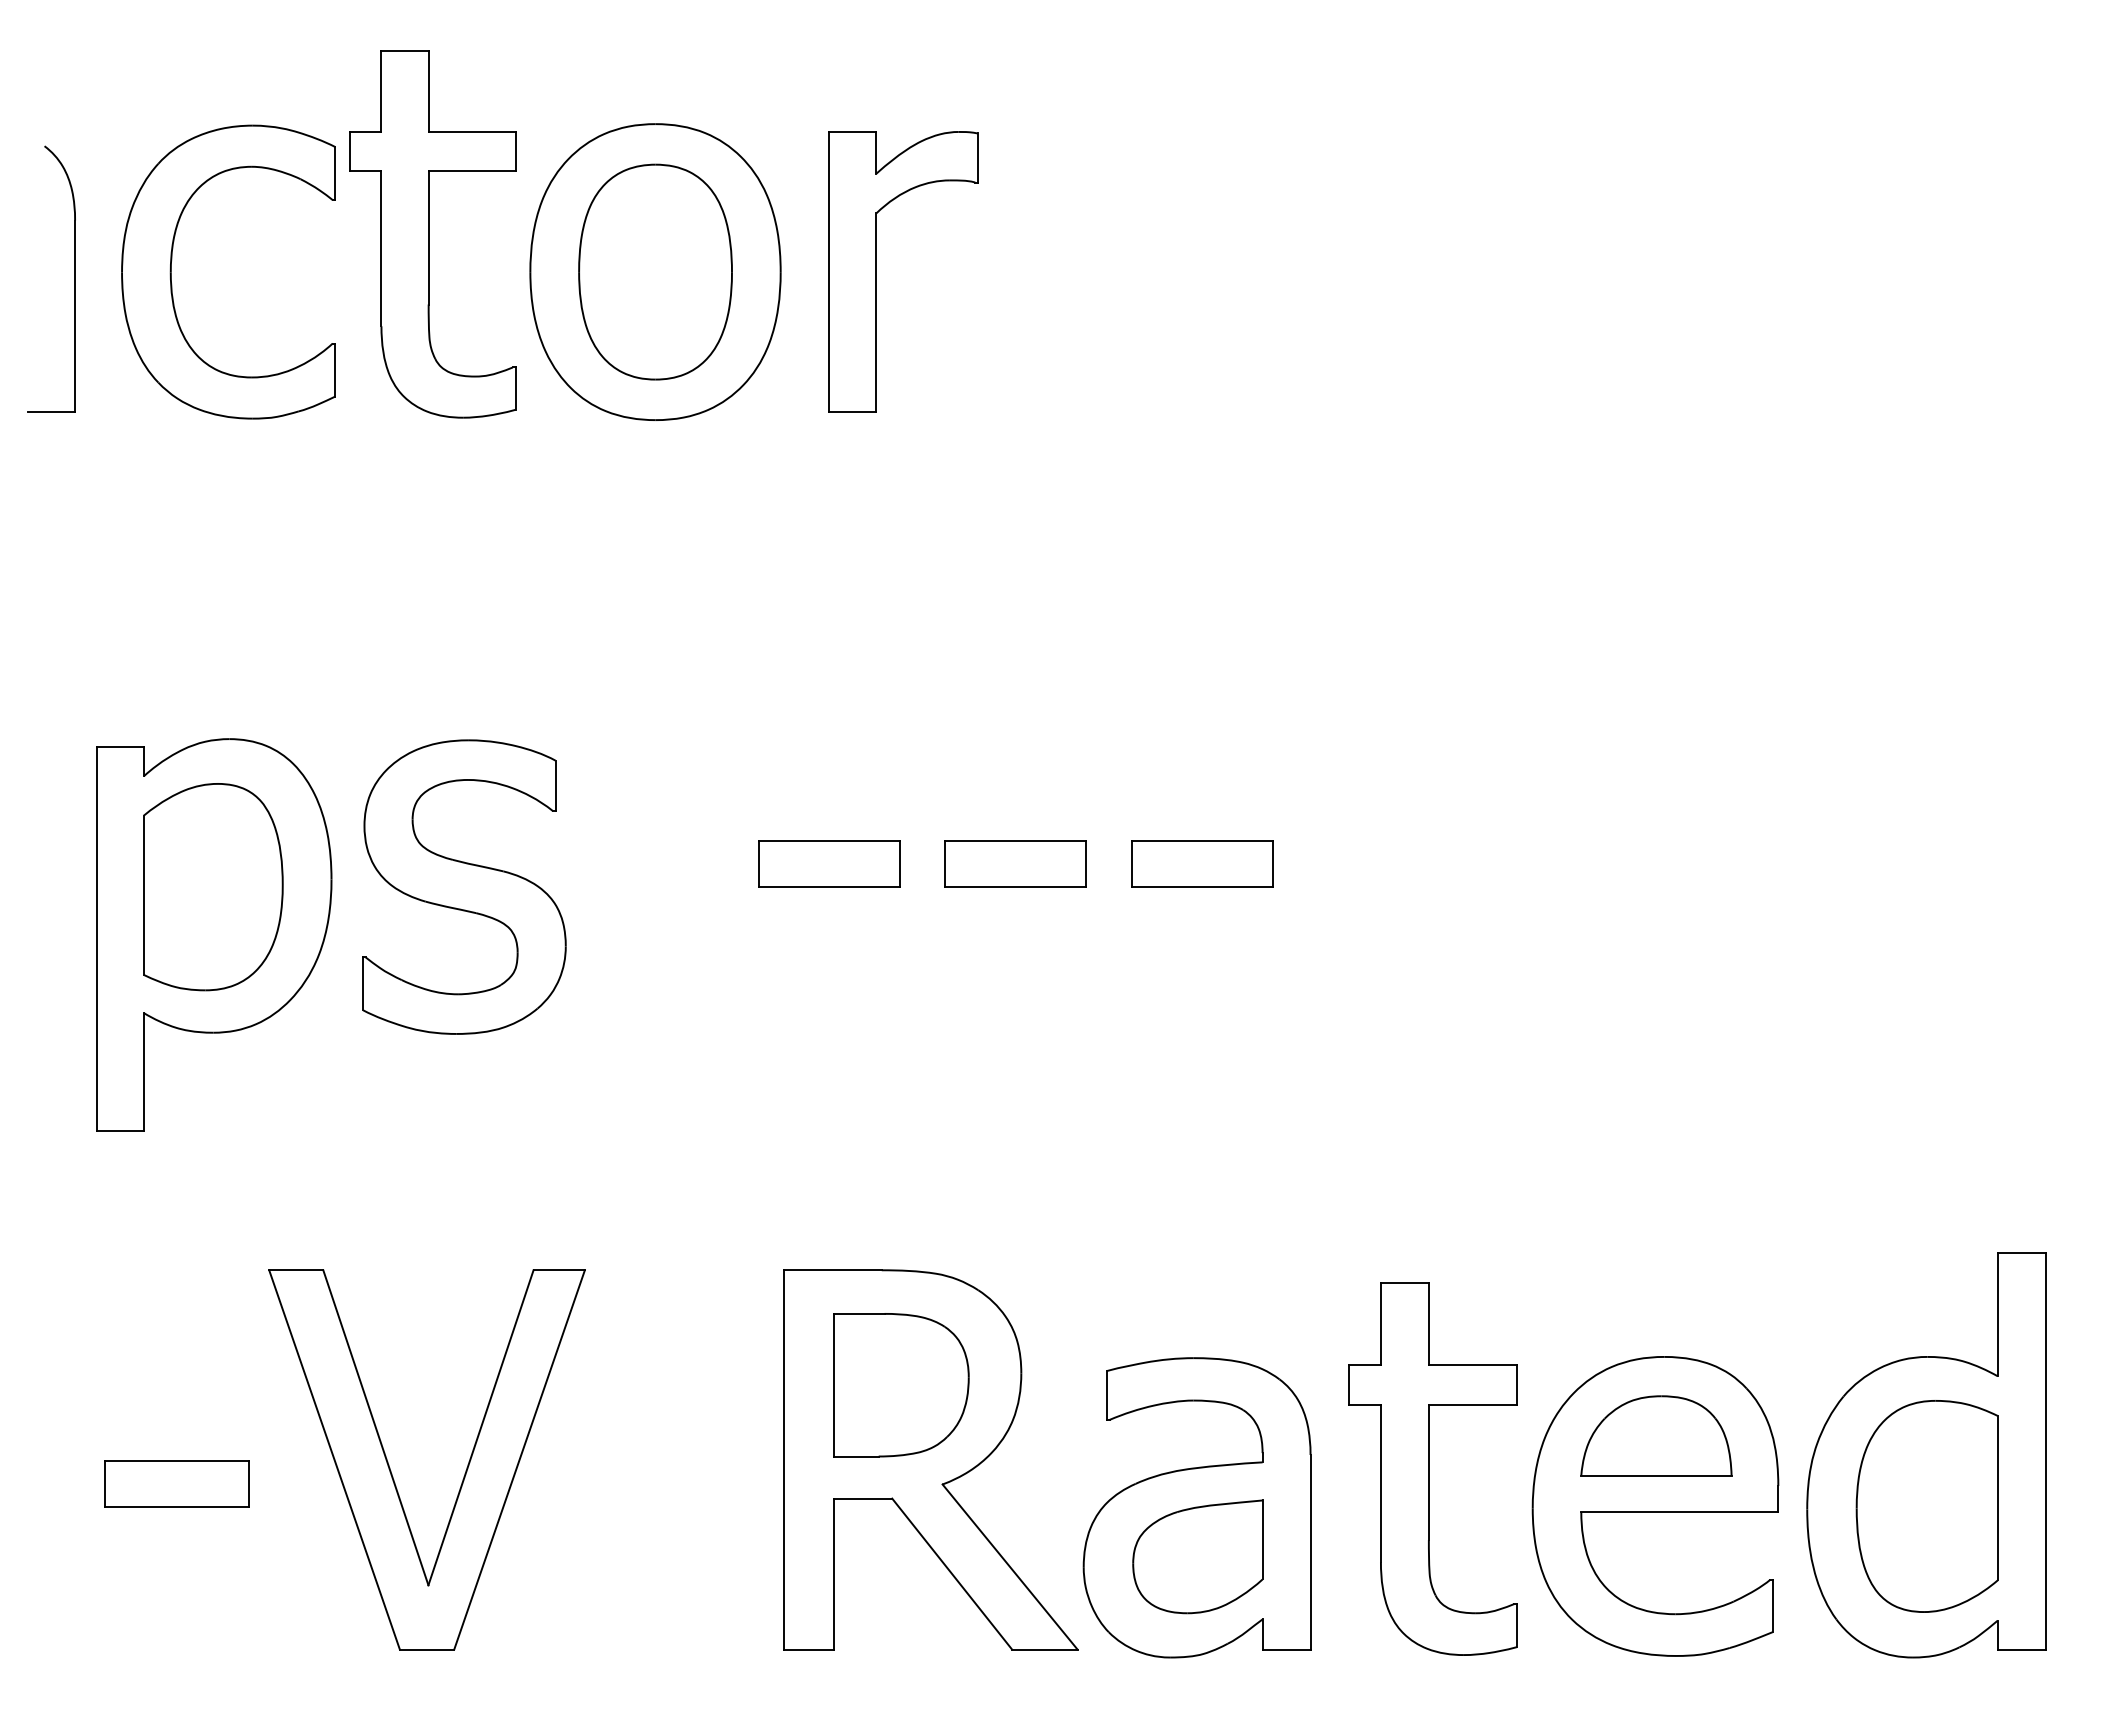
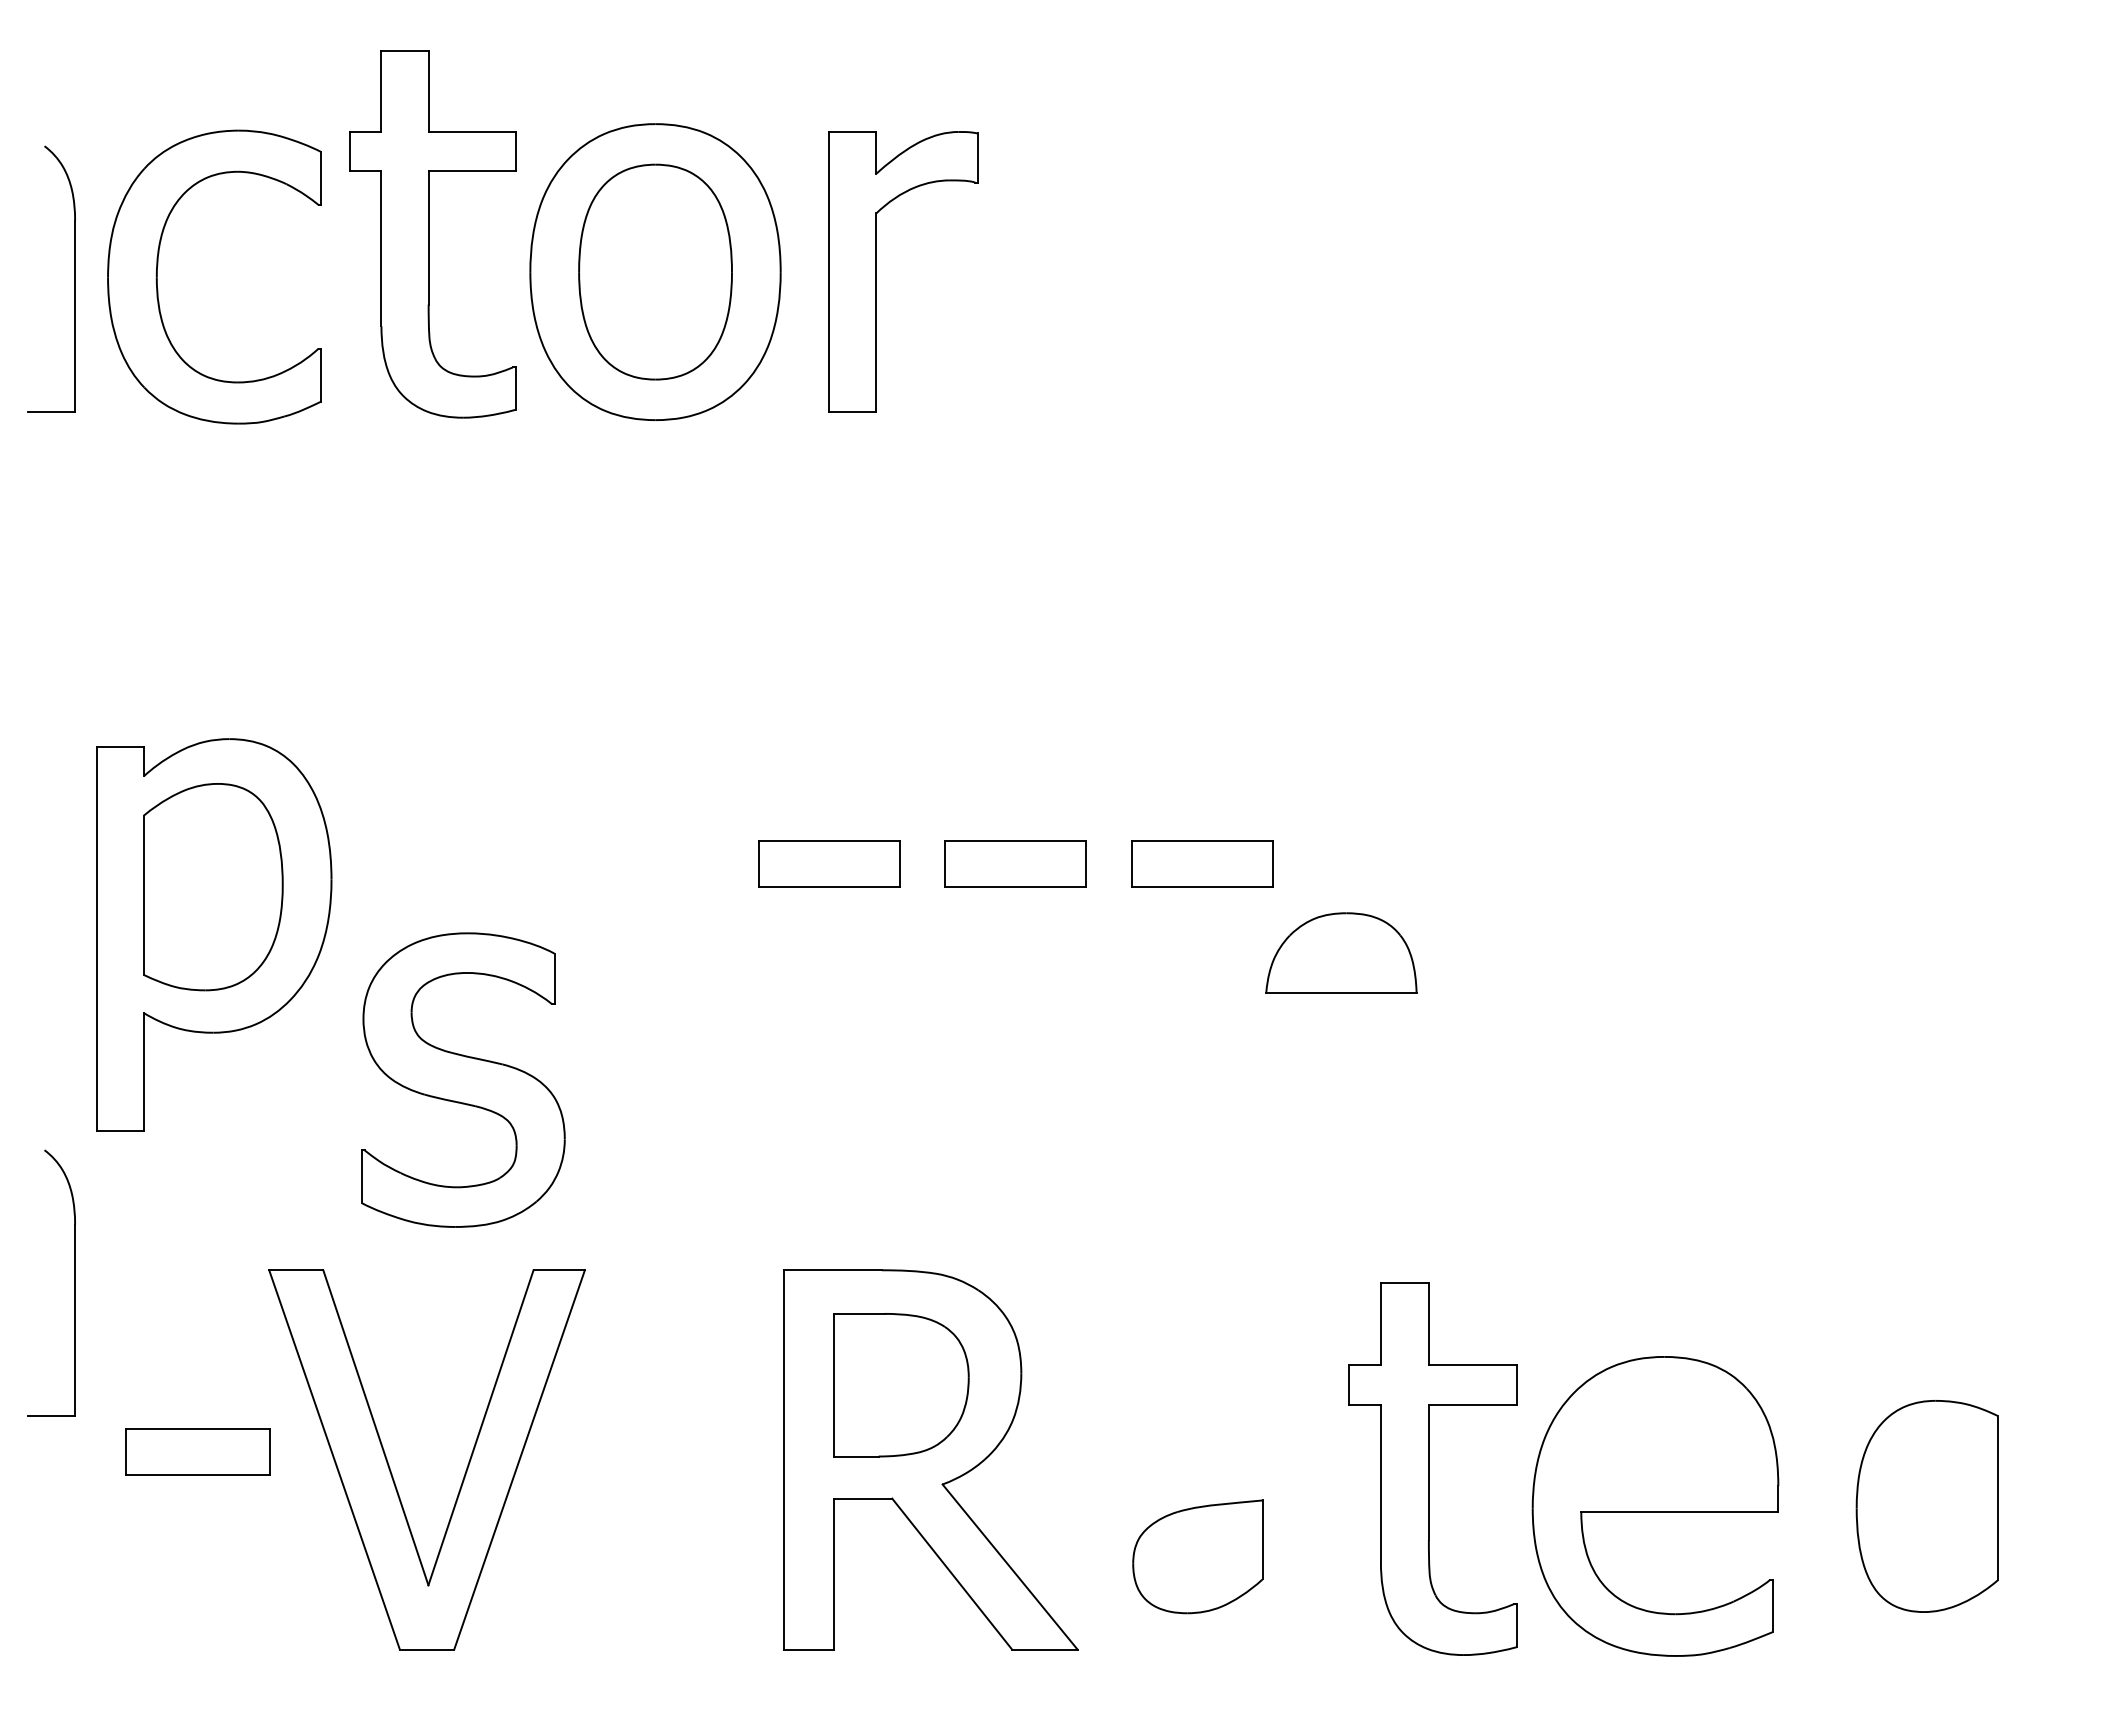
part at (171, 271) position: (171, 271) -> (157, 276)
part at (464, 886) position: (464, 886) -> (463, 1079)
part at (74, 1282): none -> present
part at (1656, 1435) position: (1656, 1435) -> (1341, 952)
part at (1926, 1455): present -> none
part at (176, 1483) position: (176, 1483) -> (197, 1451)
part at (1196, 1507): present -> none
